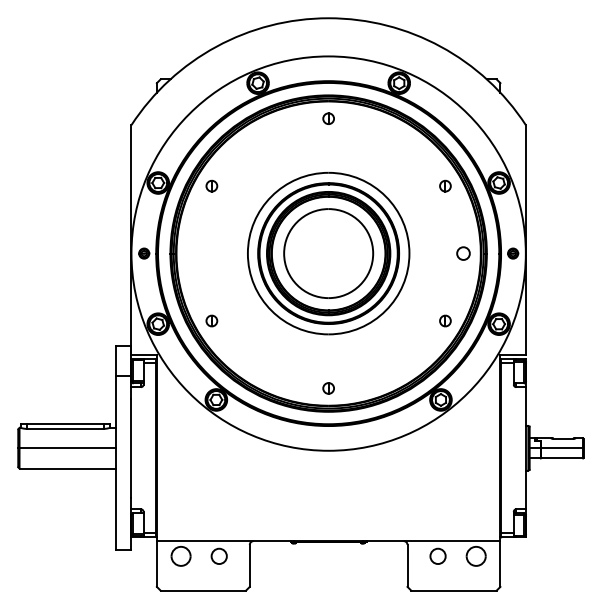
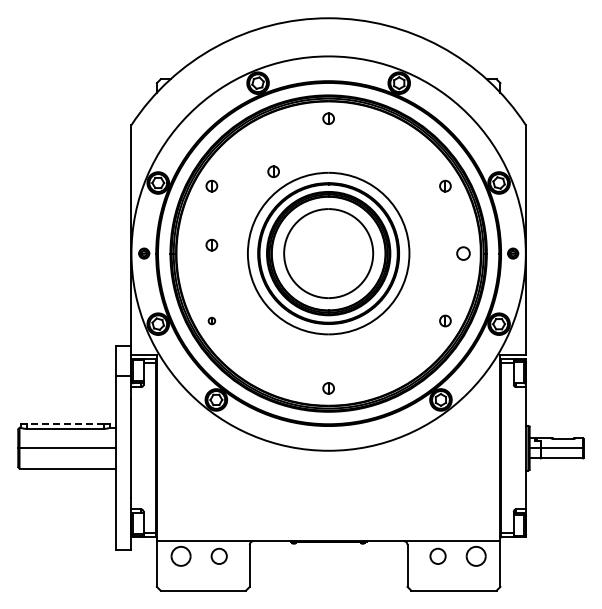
part at (273, 171): none -> present
part at (211, 244): none -> present
part at (211, 320) size: 14x14 px -> 9x10 px
line at (64, 424): solid -> dashed
